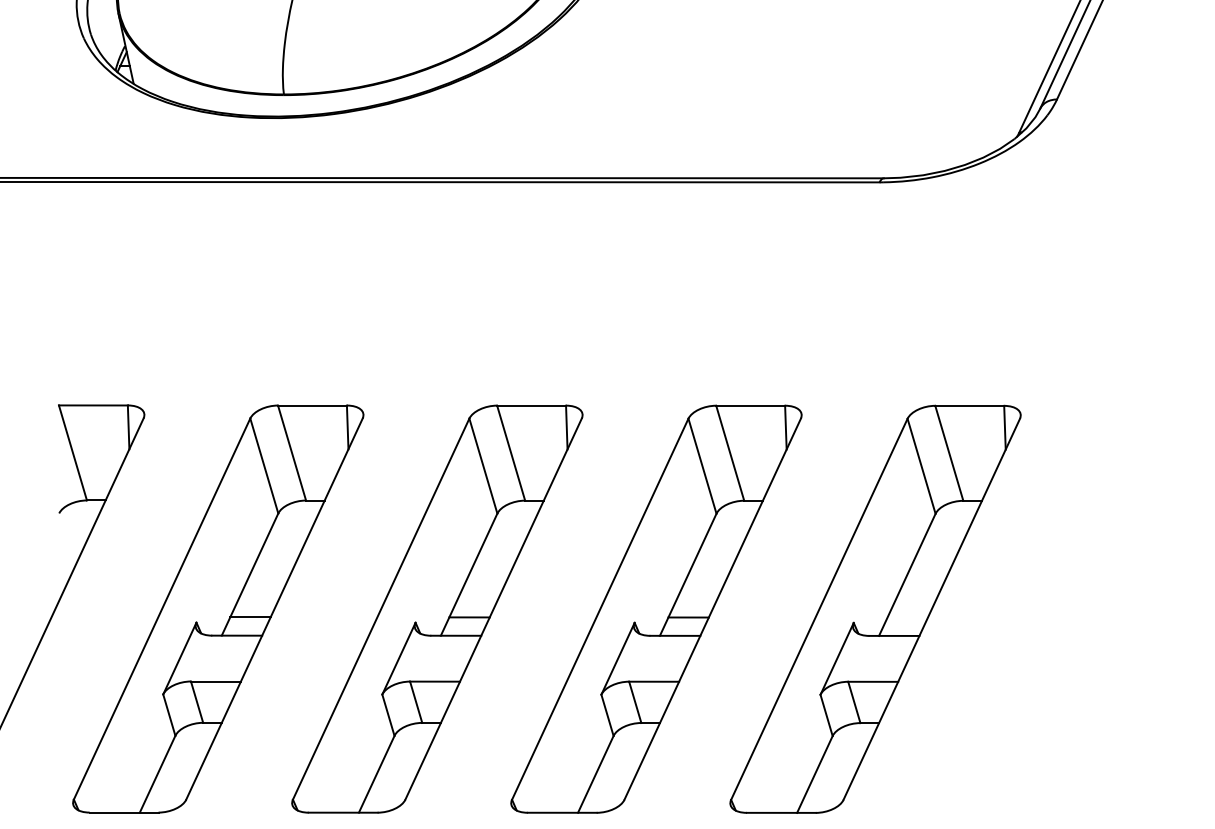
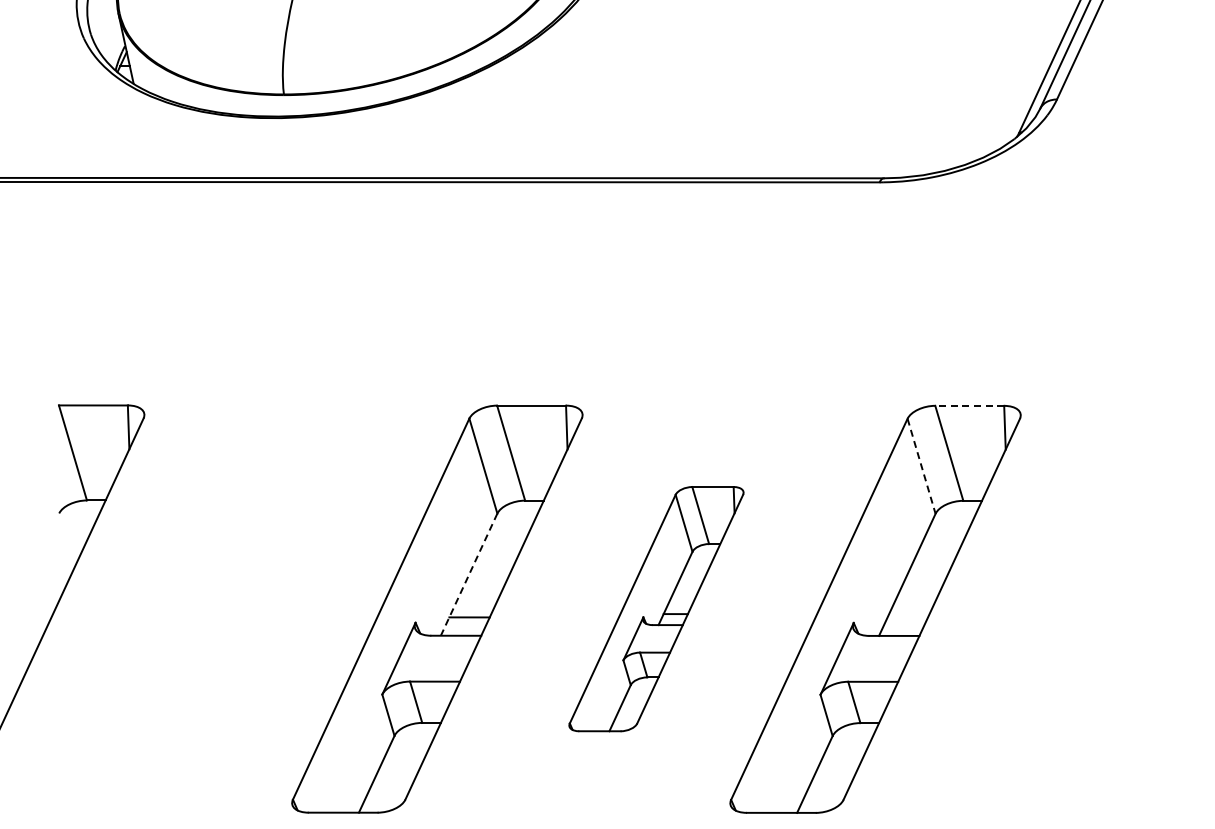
line at (969, 405): solid -> dashed
line at (921, 466): solid -> dashed
line at (468, 575): solid -> dashed
part at (218, 608): present -> none
part at (656, 608) size: 293x410 px -> 177x247 px
